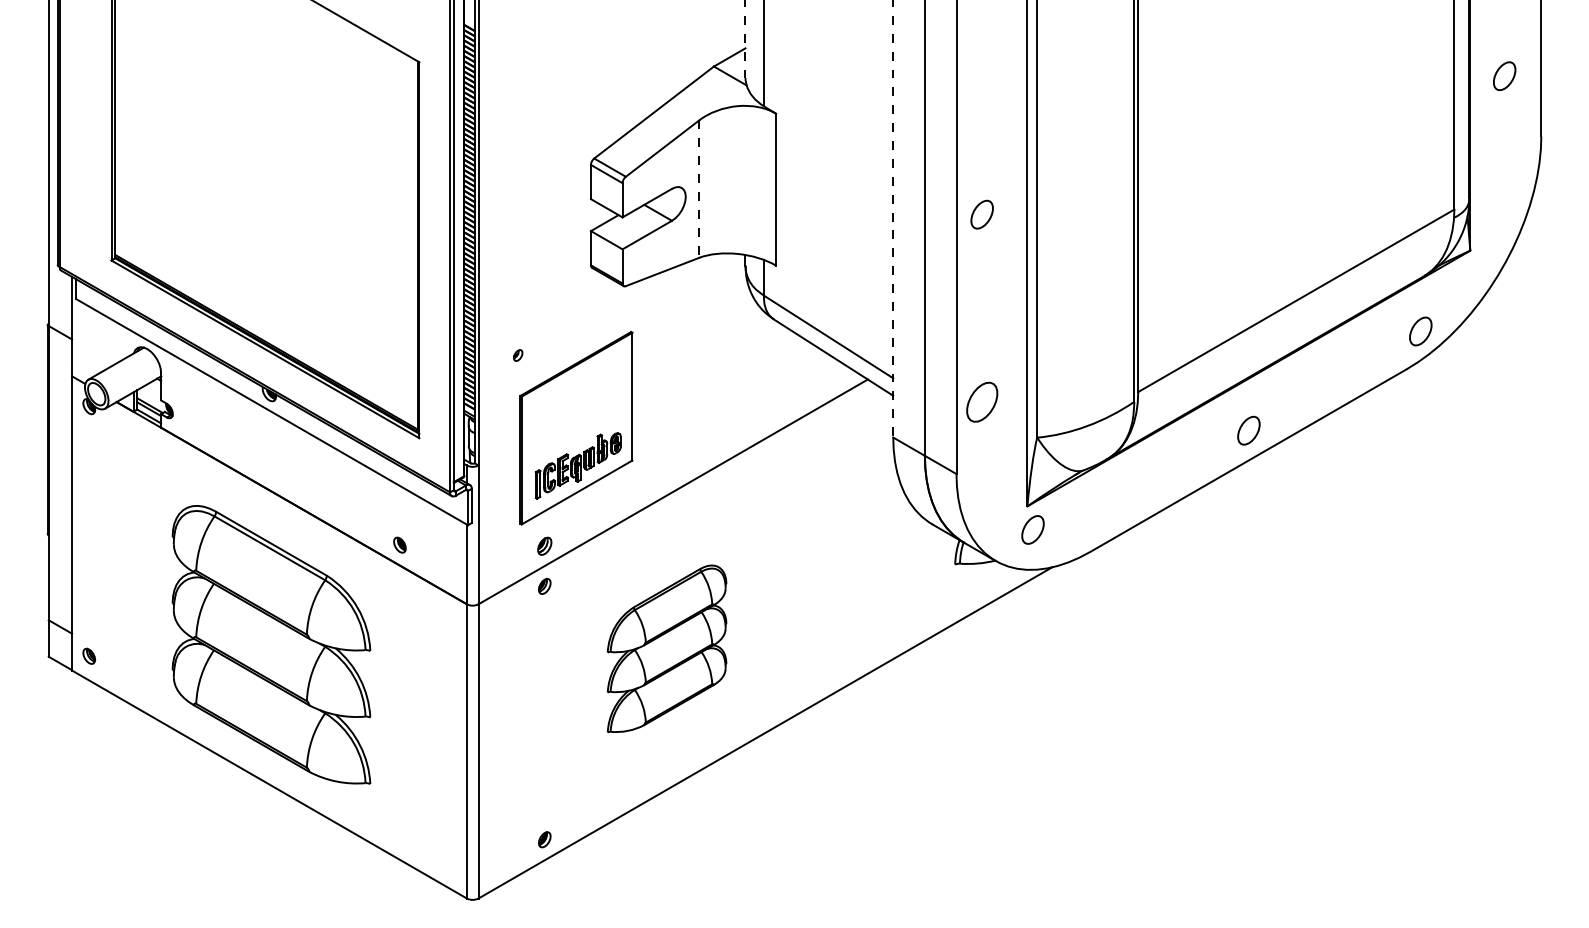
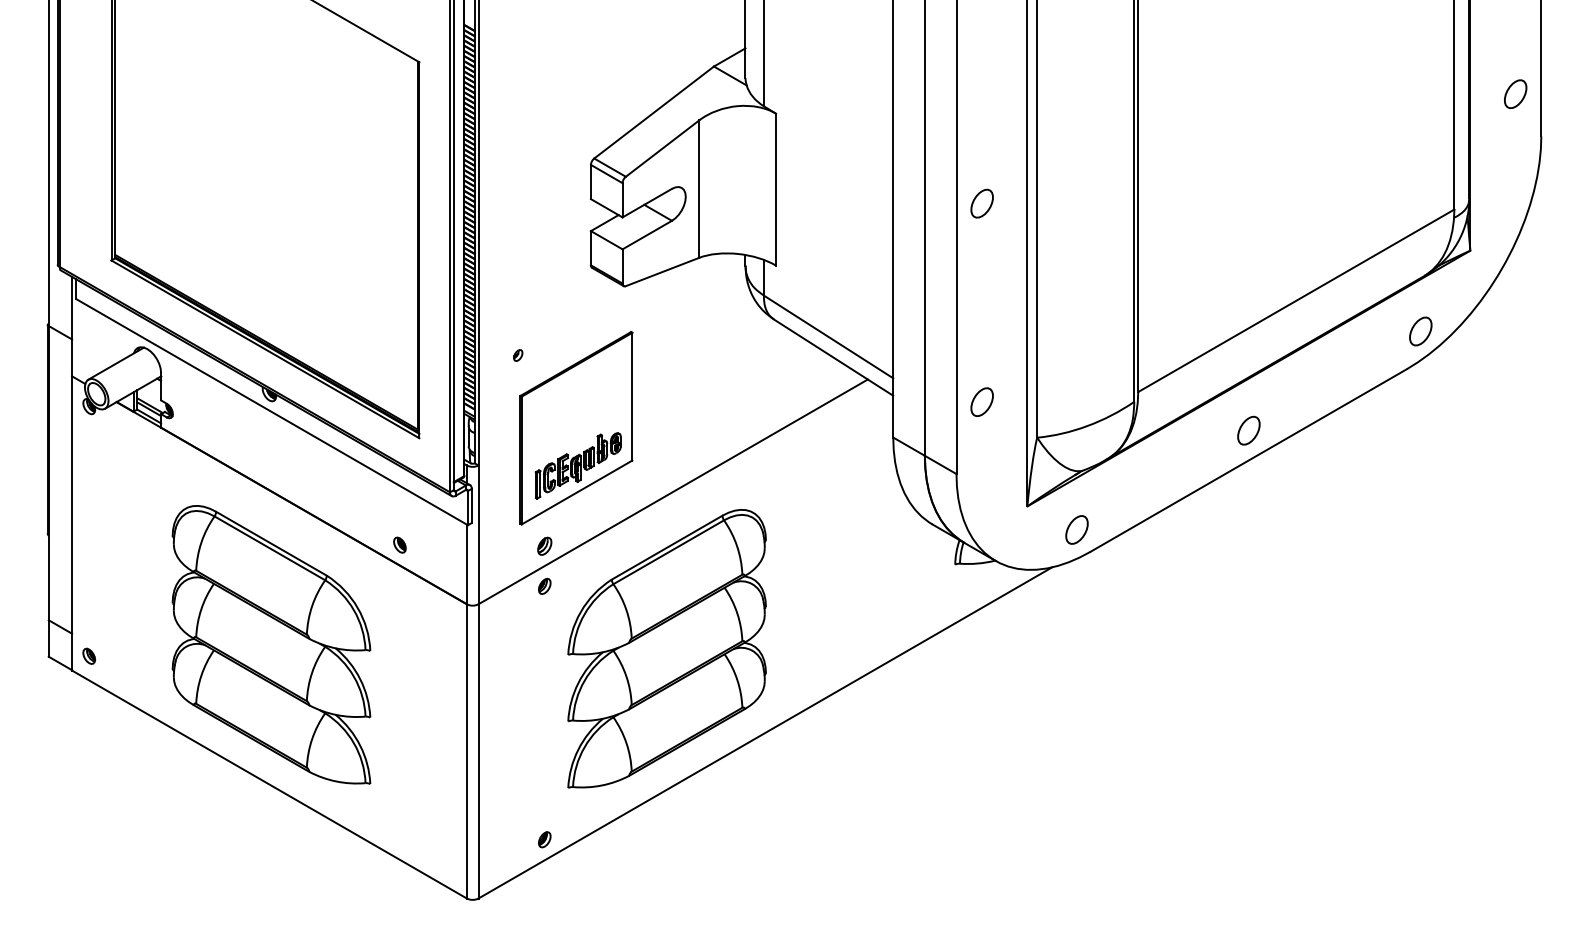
line at (745, 39): dashed -> solid
part at (1504, 75) position: (1504, 75) -> (1515, 93)
line at (699, 189): dashed -> solid
part at (981, 214) position: (981, 214) -> (981, 203)
line at (893, 218): dashed -> solid
part at (982, 401) size: 33x42 px -> 24x30 px
part at (1032, 529) position: (1032, 529) -> (1076, 529)
part at (666, 648) size: 122x169 px -> 200x280 px
